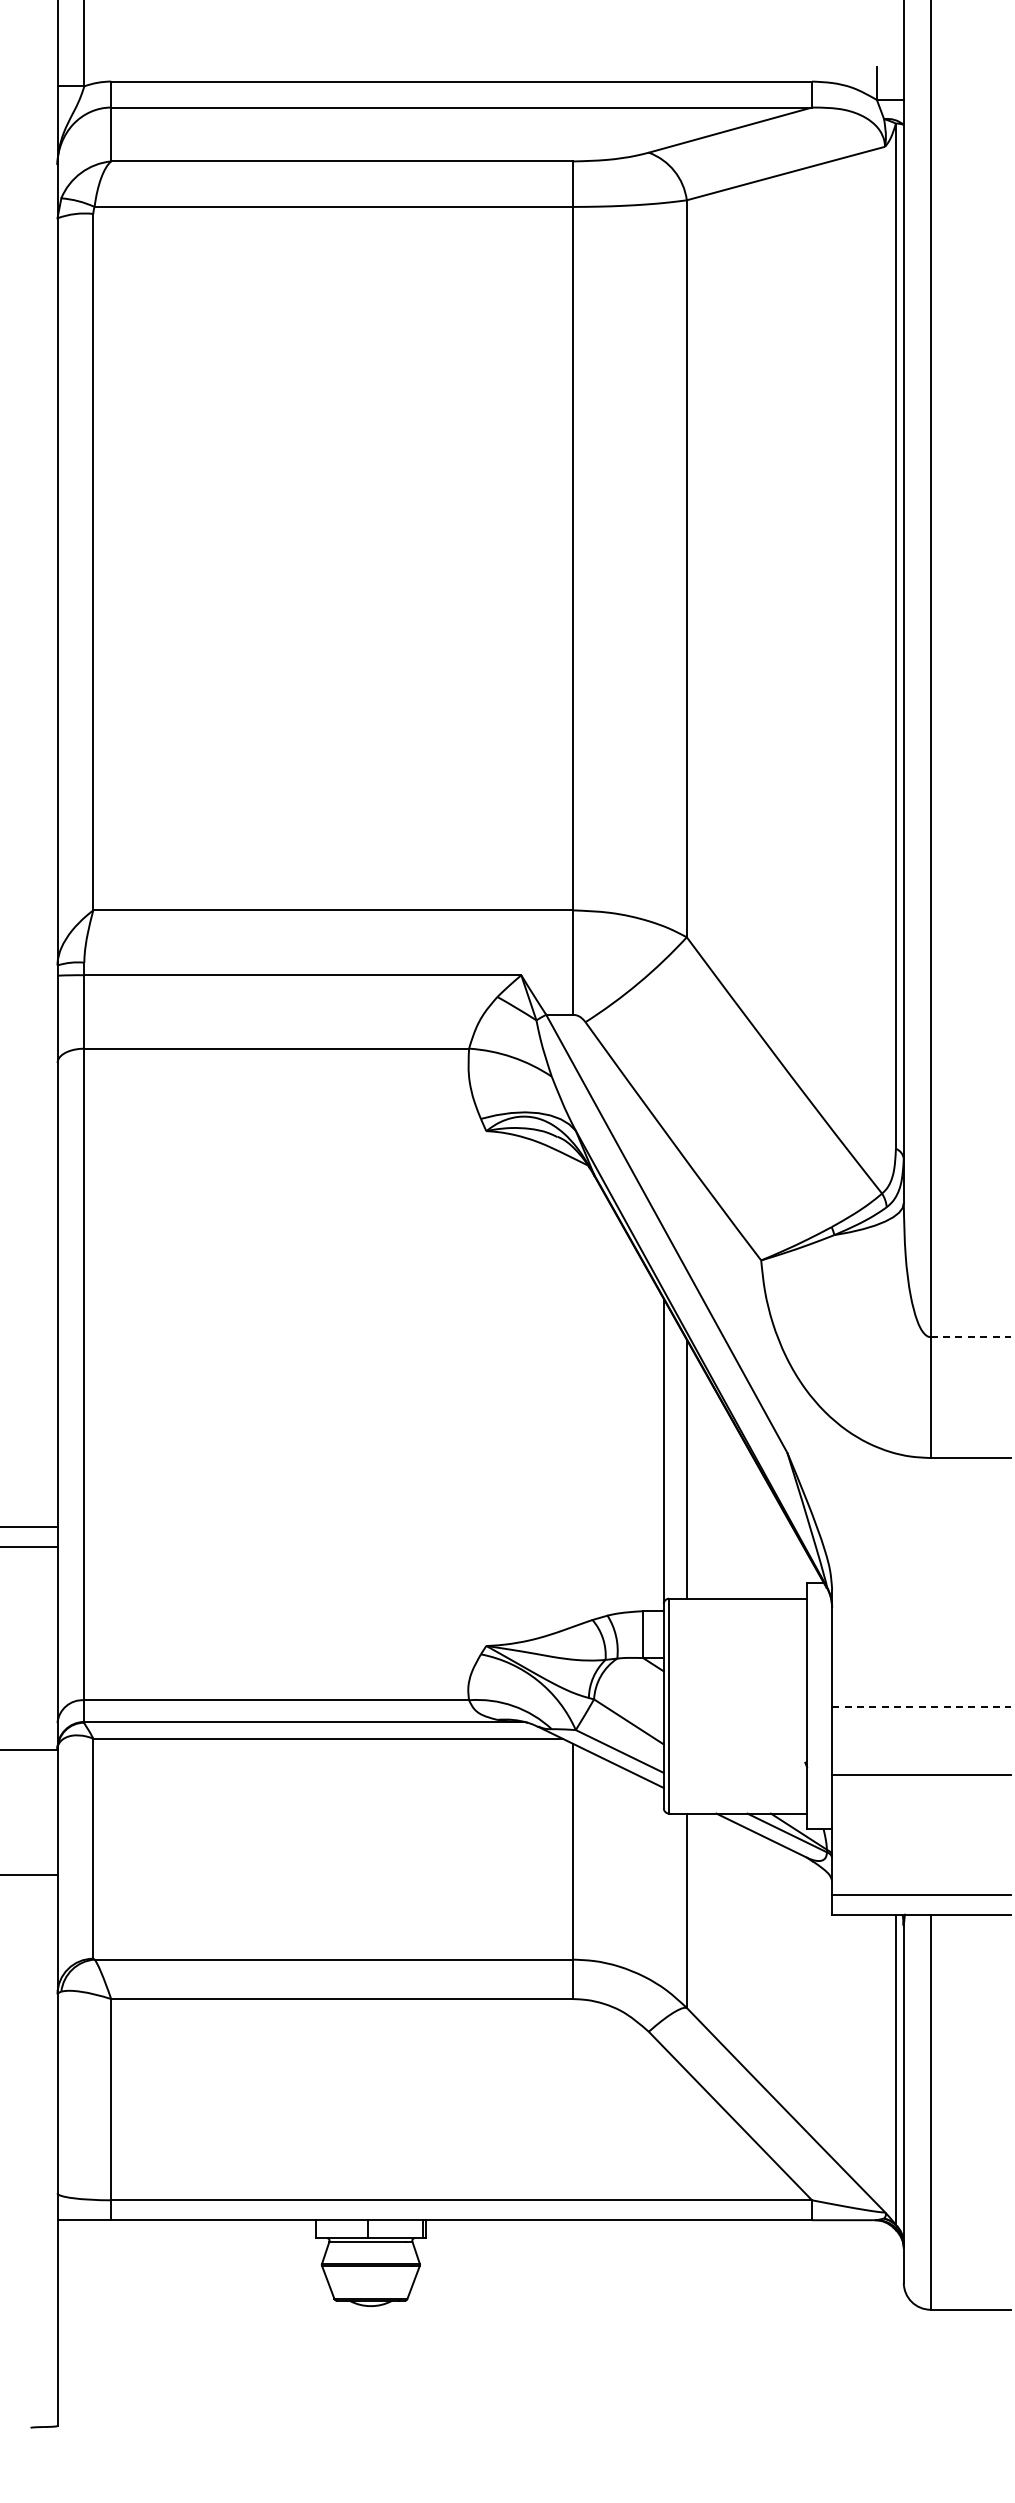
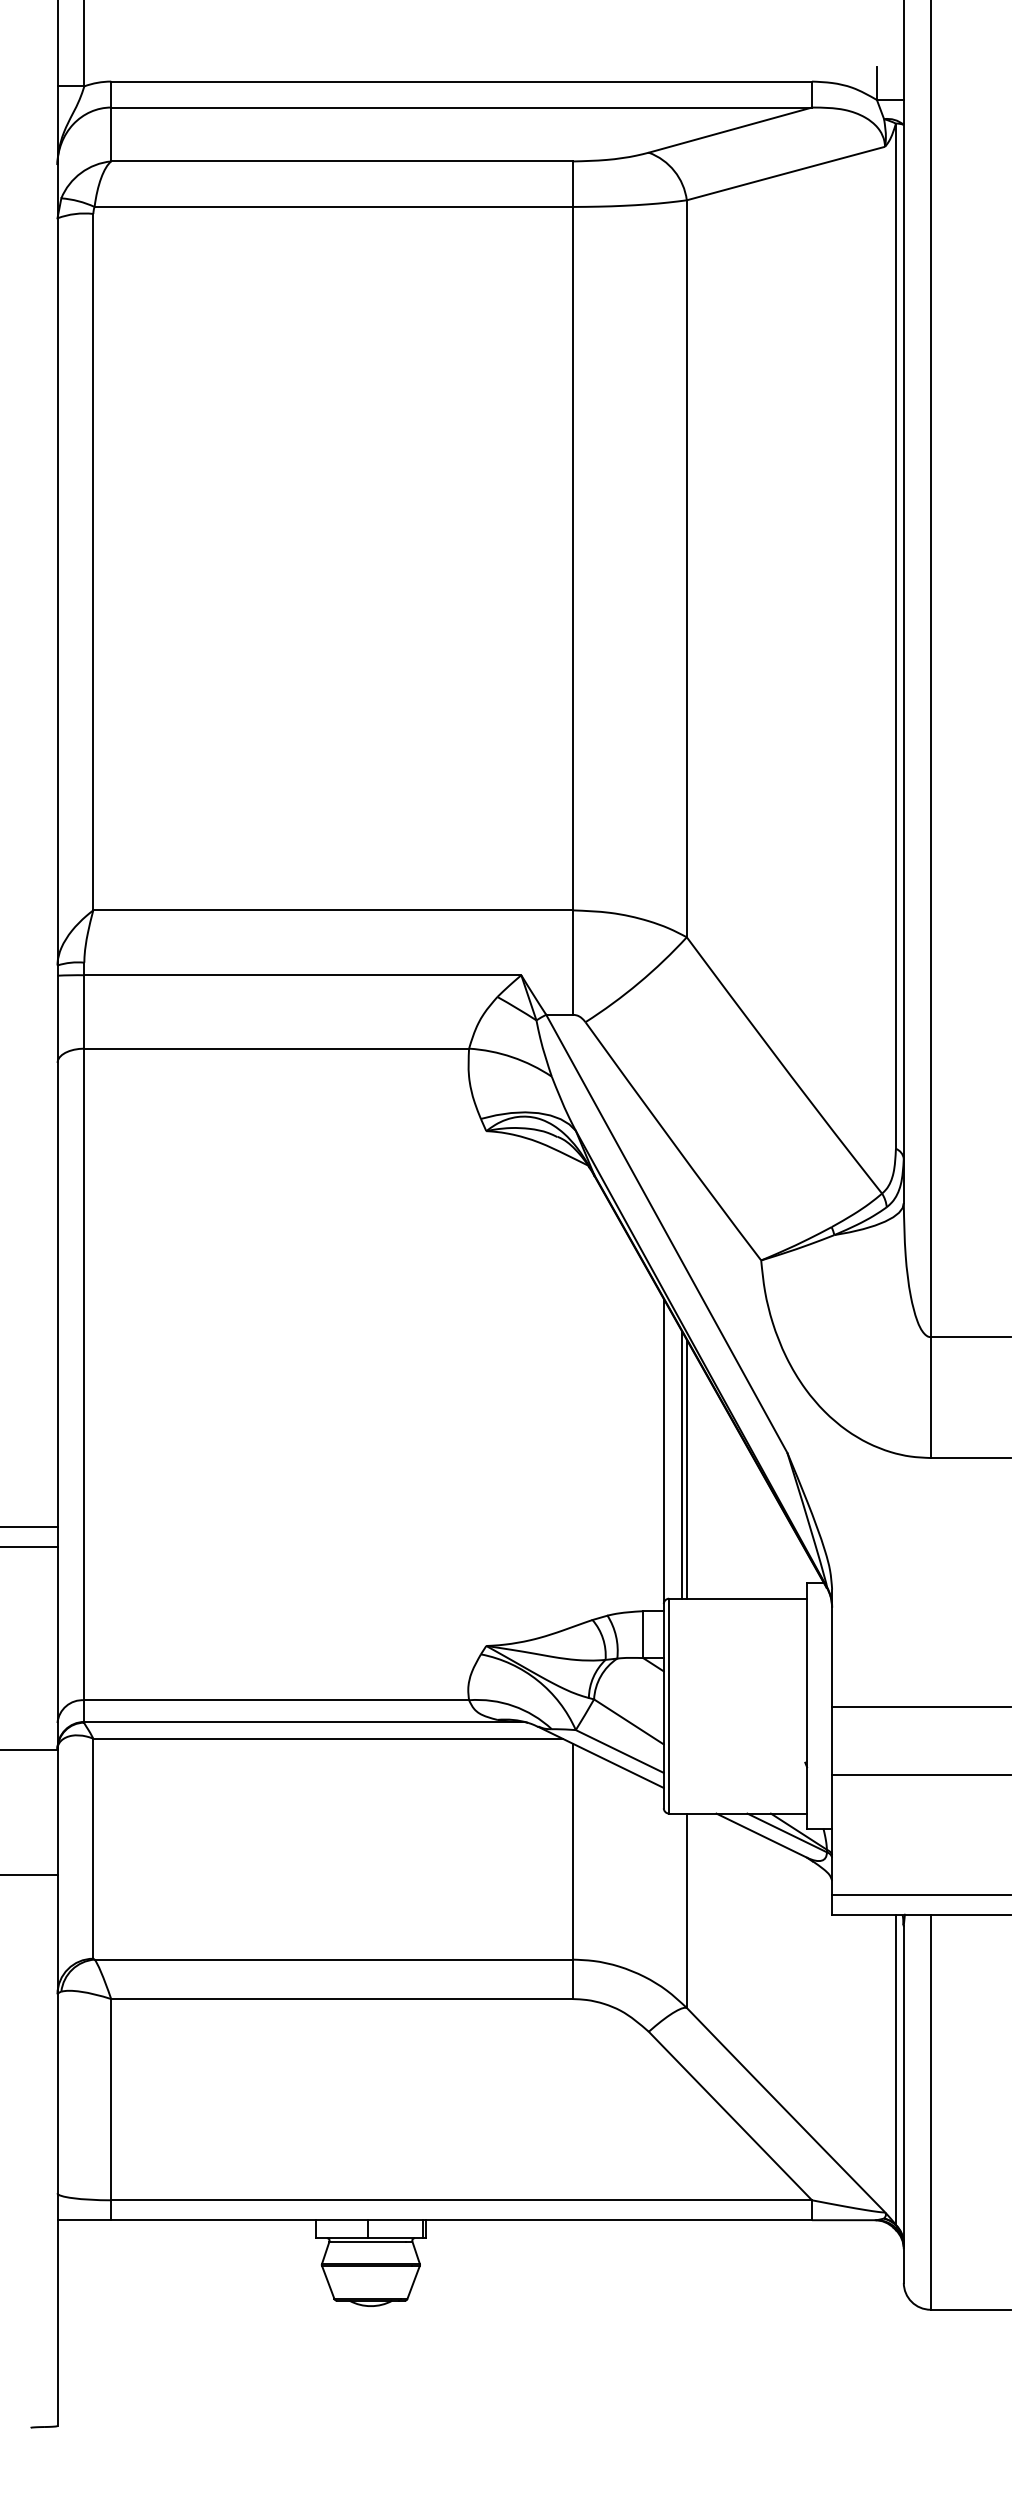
line at (971, 1337): dashed -> solid
line at (682, 1465): none -> present
line at (921, 1707): dashed -> solid
